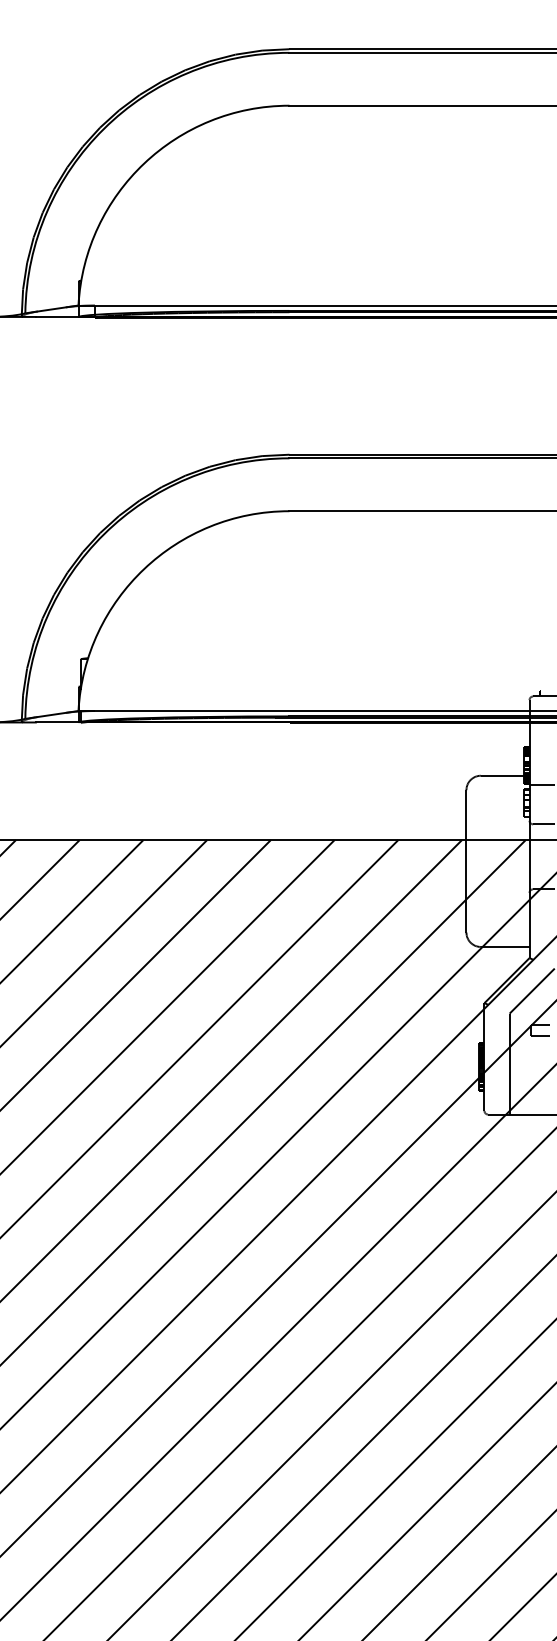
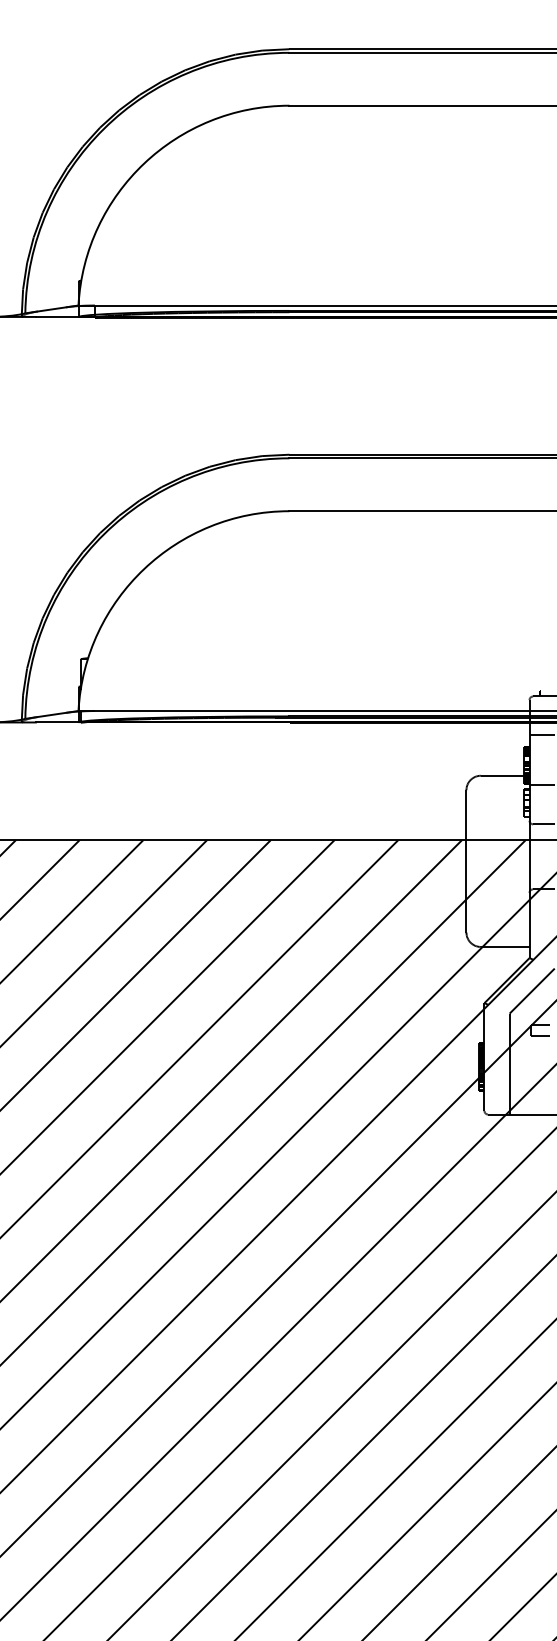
line at (541, 735): none -> present
